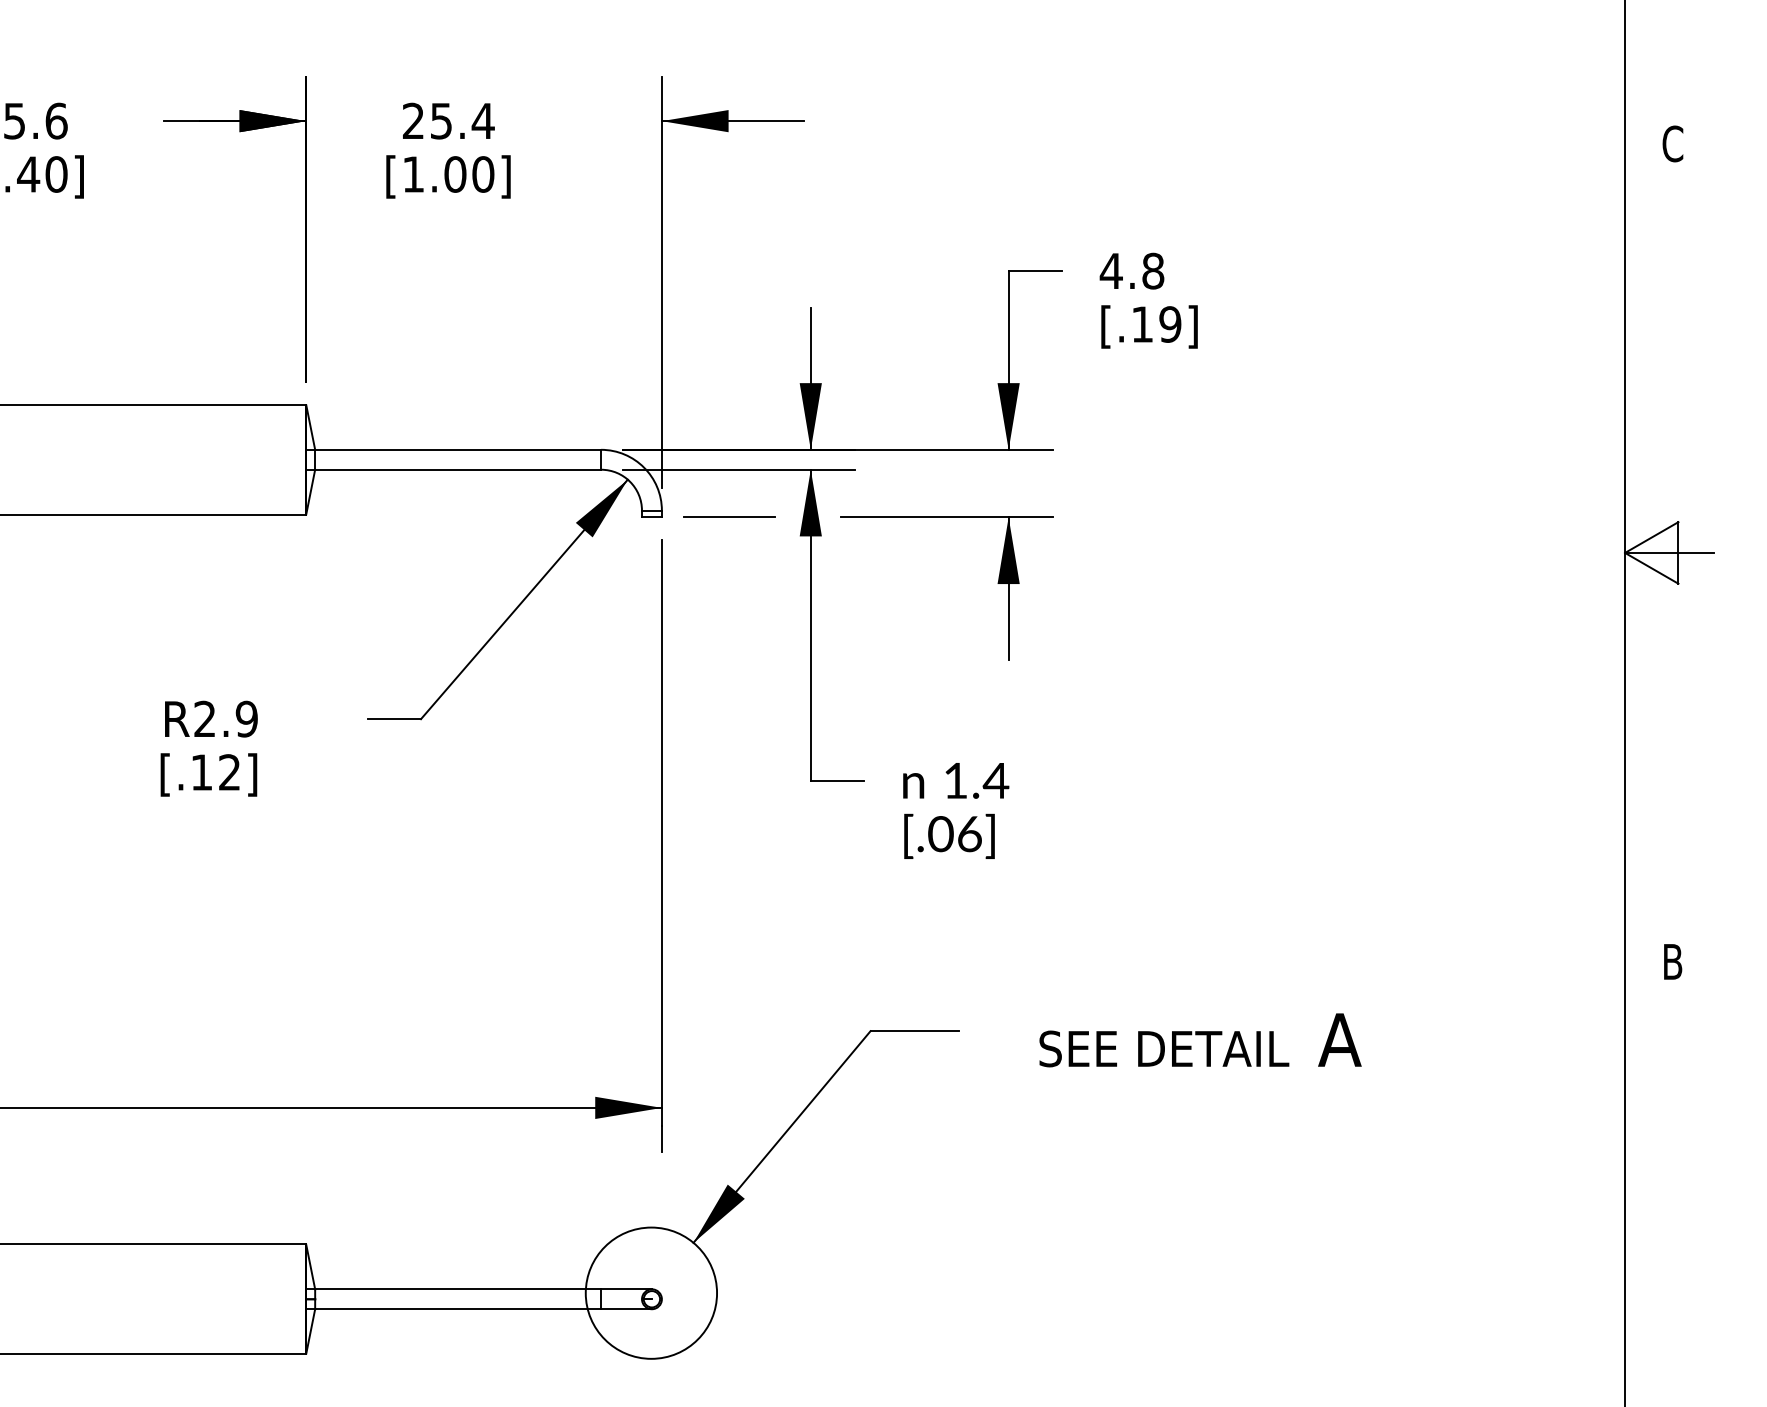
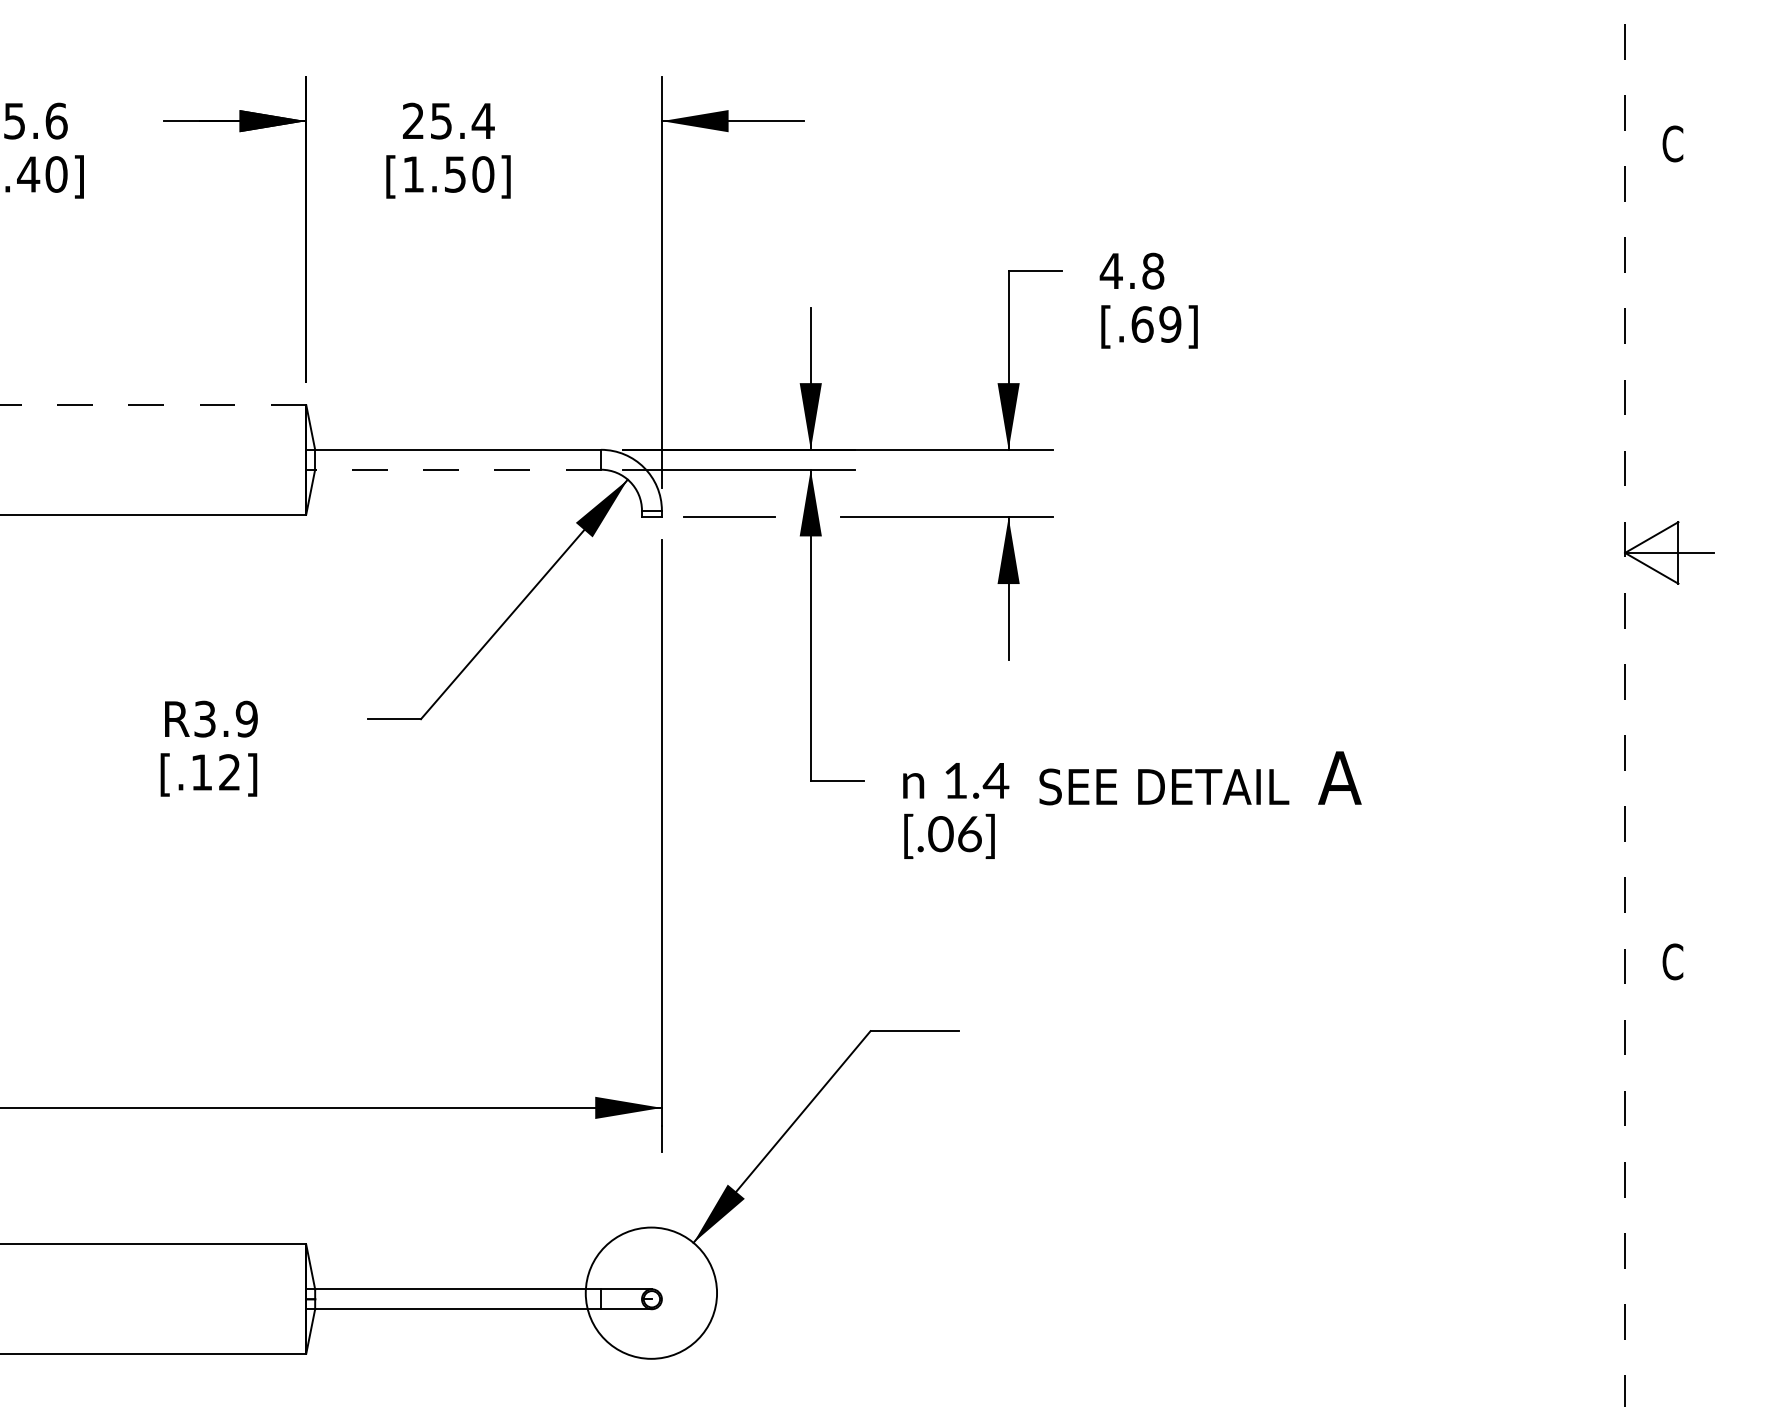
text at (455, 174): [1.00] -> [1.50]
text at (1142, 324): [.19] -> [.69]
line at (153, 404): solid -> dashed
line at (453, 469): solid -> dashed
line at (1625, 703): solid -> dashed
text at (204, 719): R2.9 -> R3.9
text at (1672, 961): B -> C
text at (1200, 1040) position: (1200, 1040) -> (1200, 778)
